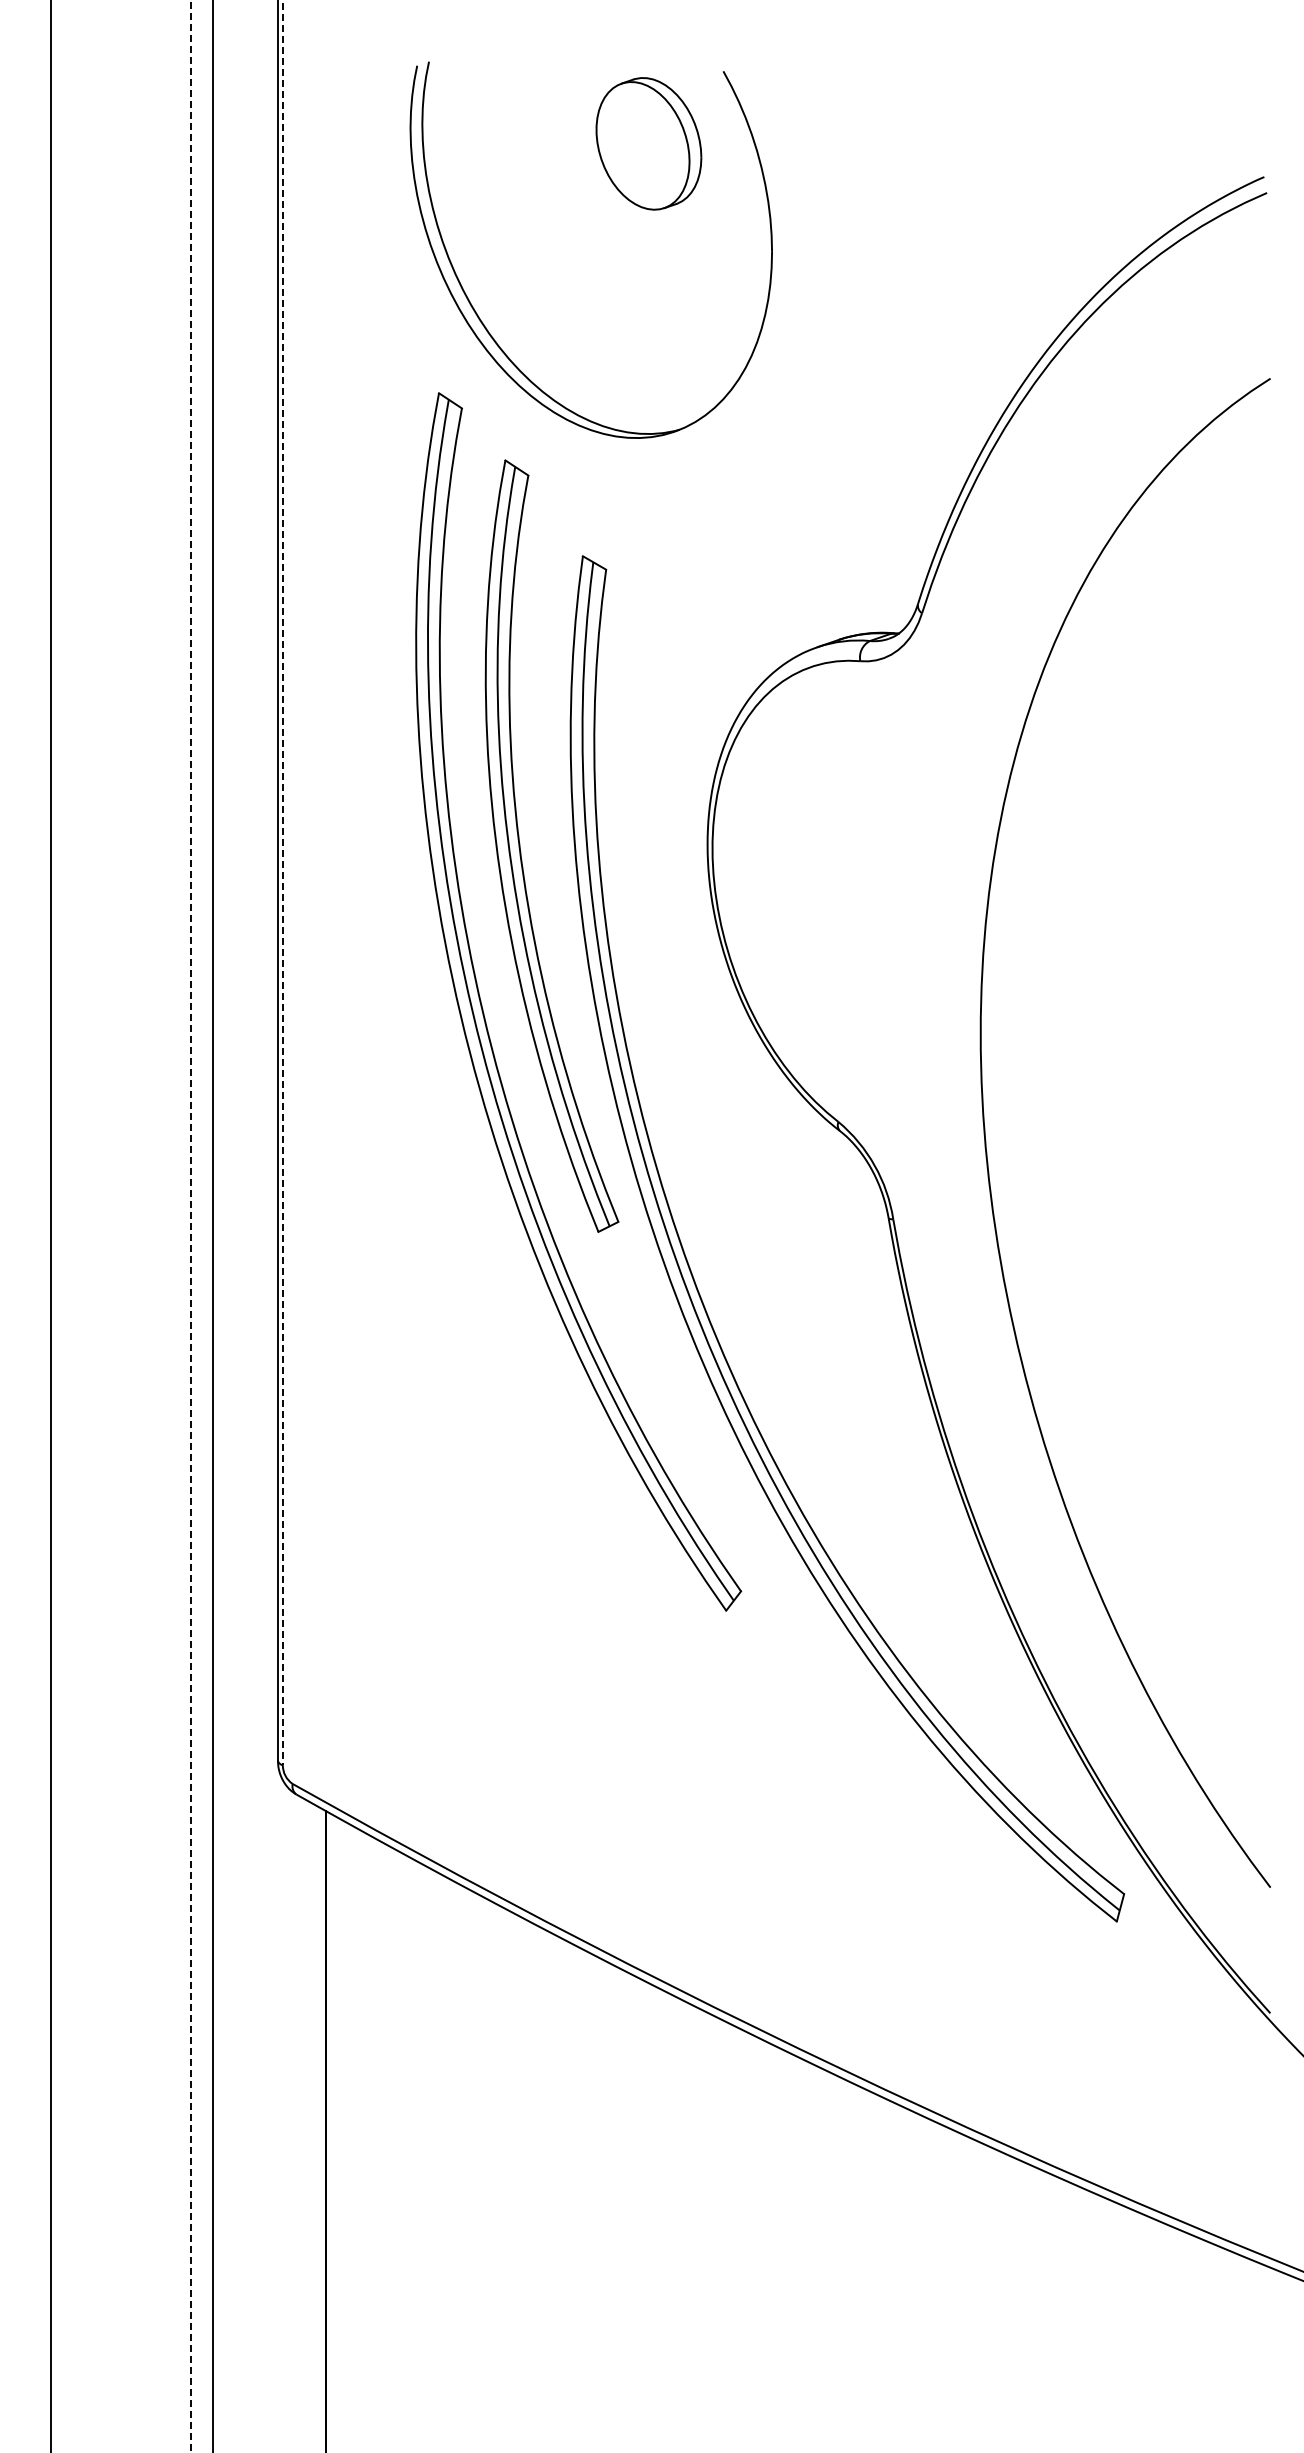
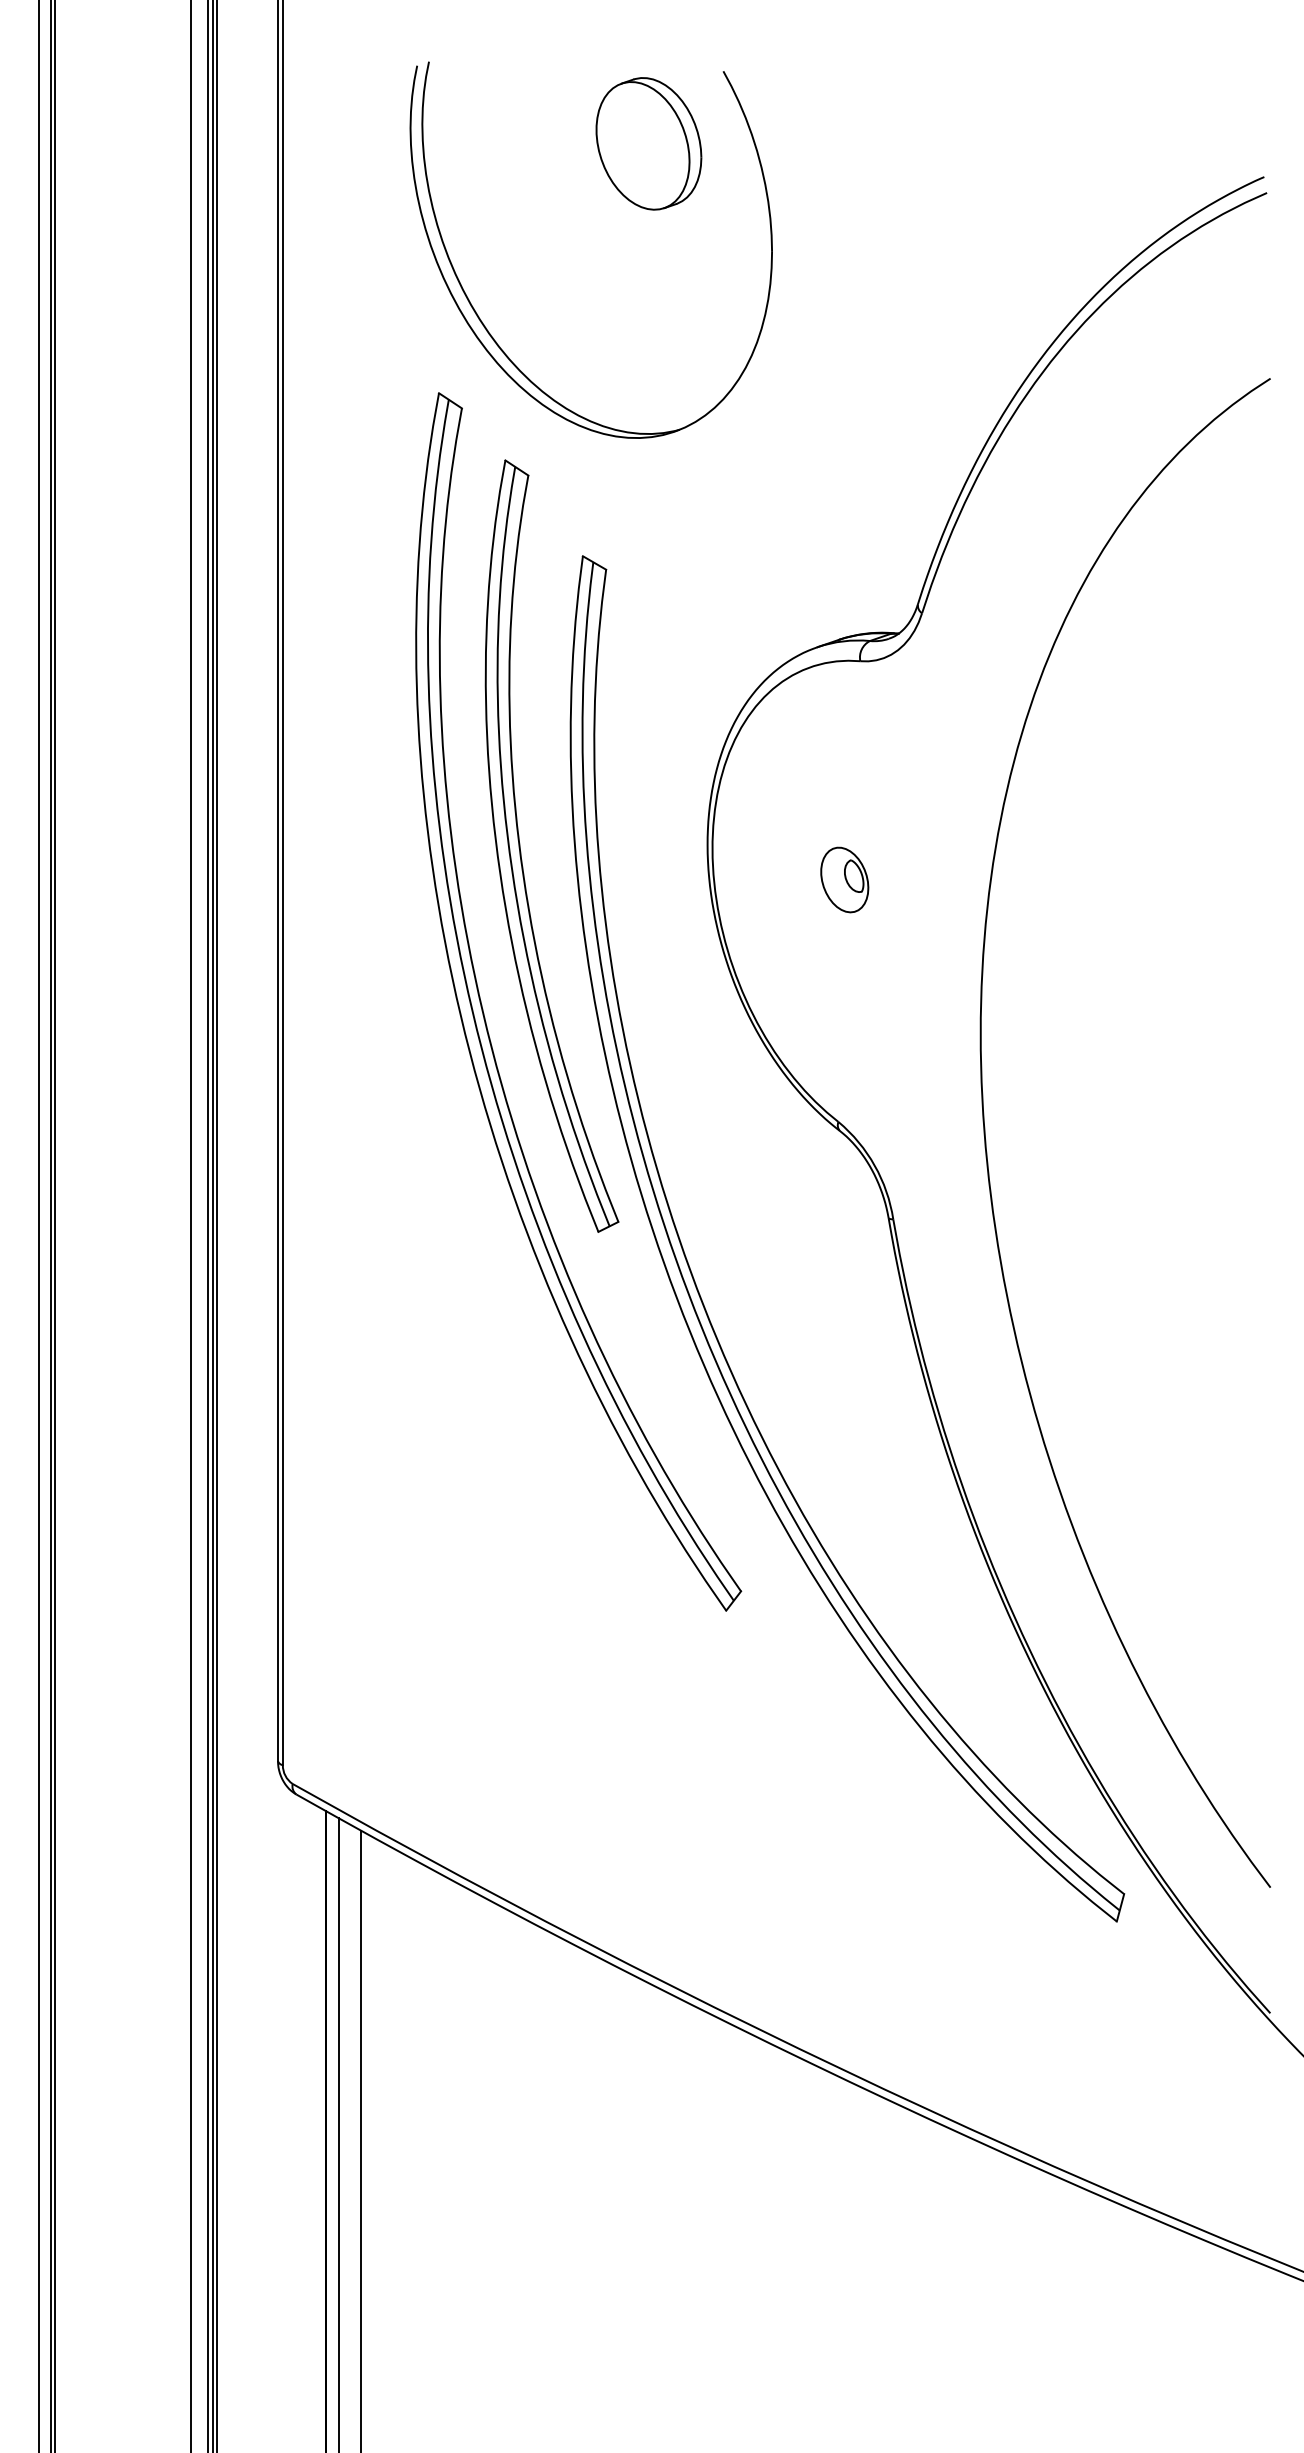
part at (844, 879): none -> present
line at (282, 883): dashed -> solid
line at (39, 1225): none -> present
line at (54, 1225): none -> present
line at (207, 1225): none -> present
line at (216, 1225): none -> present
line at (190, 1226): dashed -> solid
line at (338, 2133): none -> present
line at (361, 2139): none -> present
